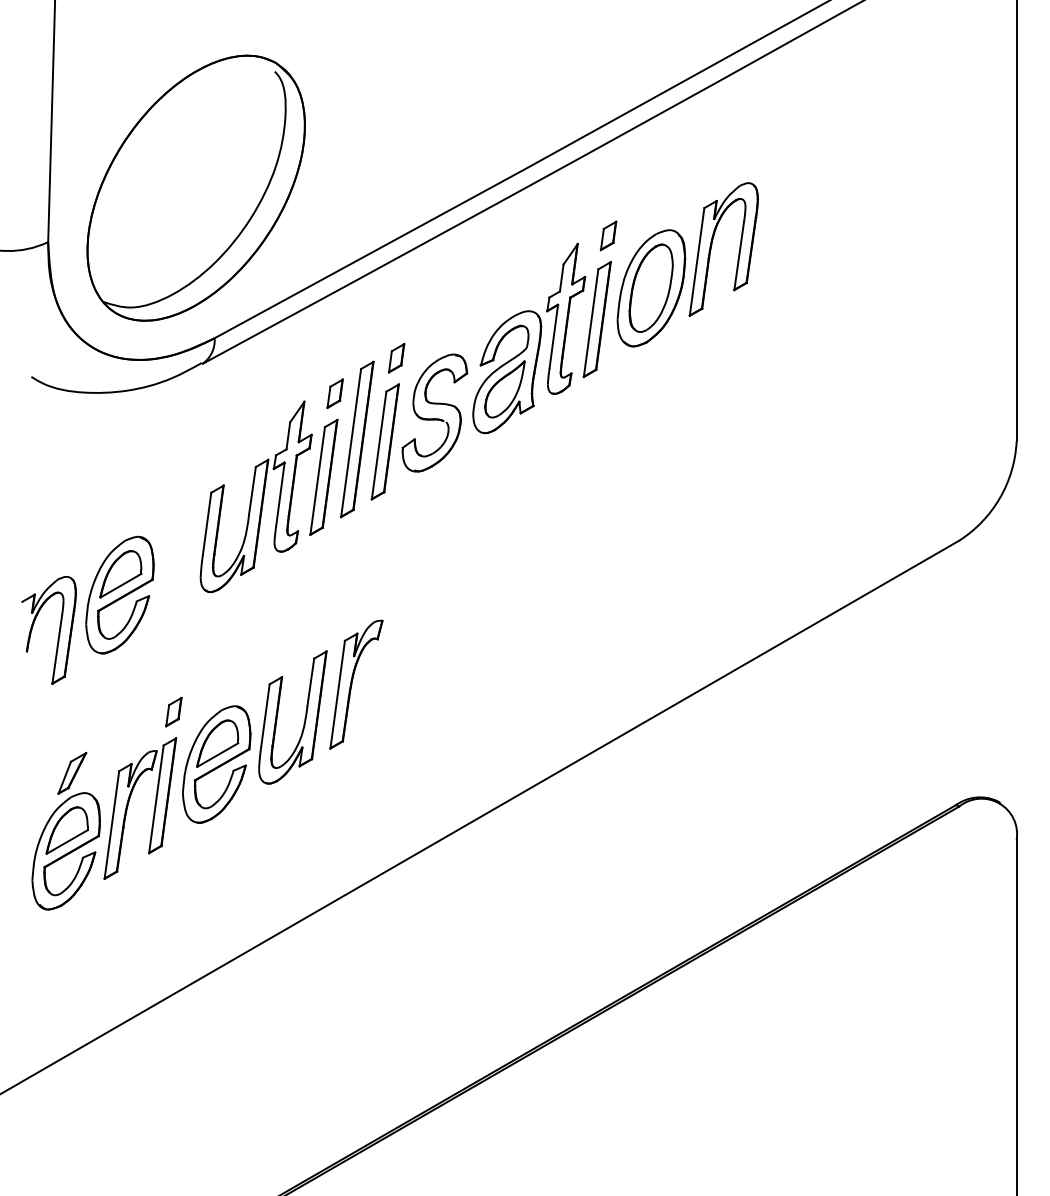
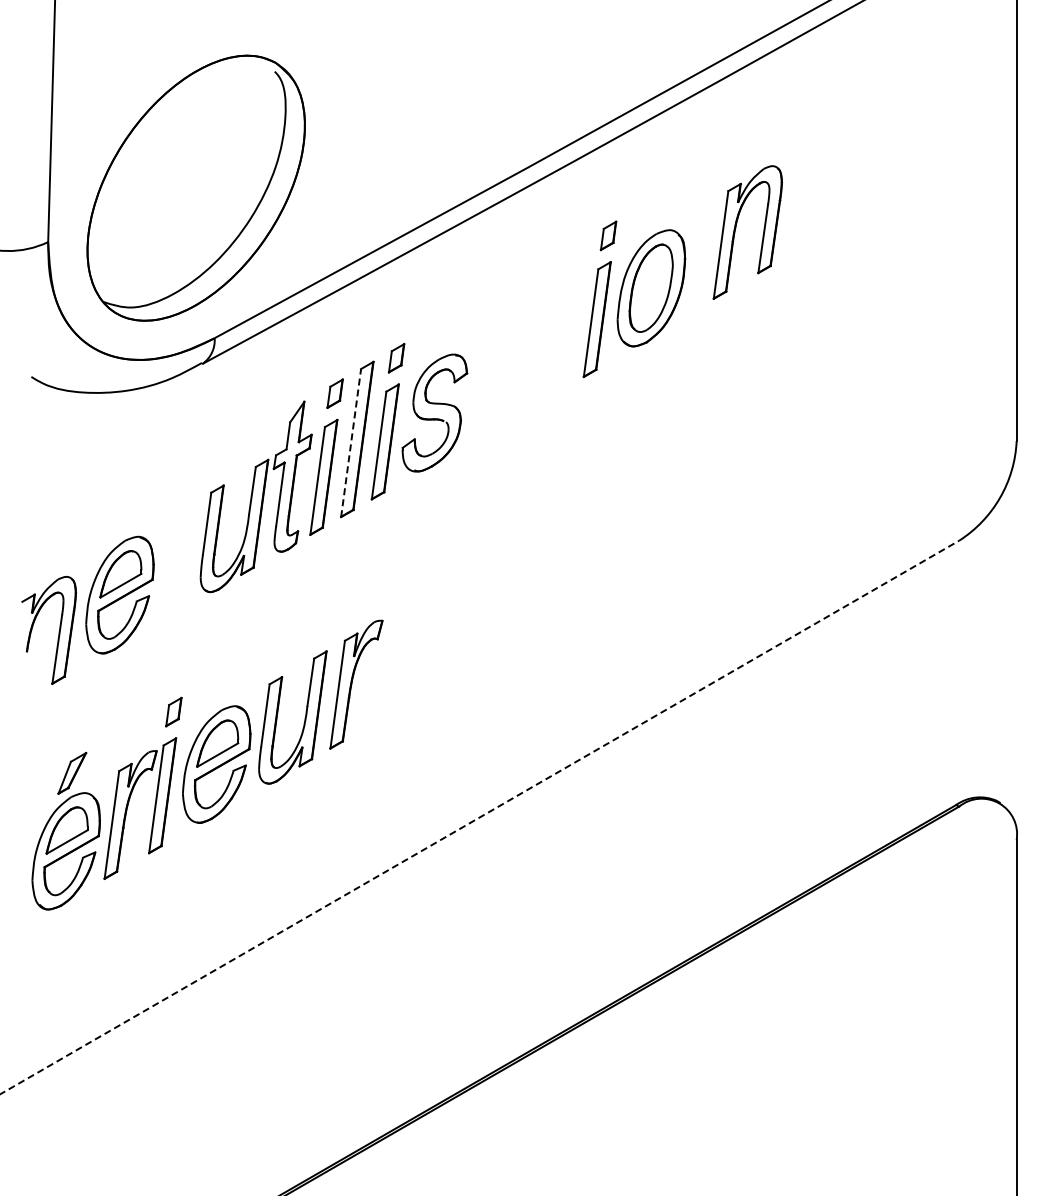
part at (712, 245) position: (712, 245) -> (736, 228)
part at (529, 338): present -> none
line at (351, 443): solid -> dashed
line at (480, 817): solid -> dashed
